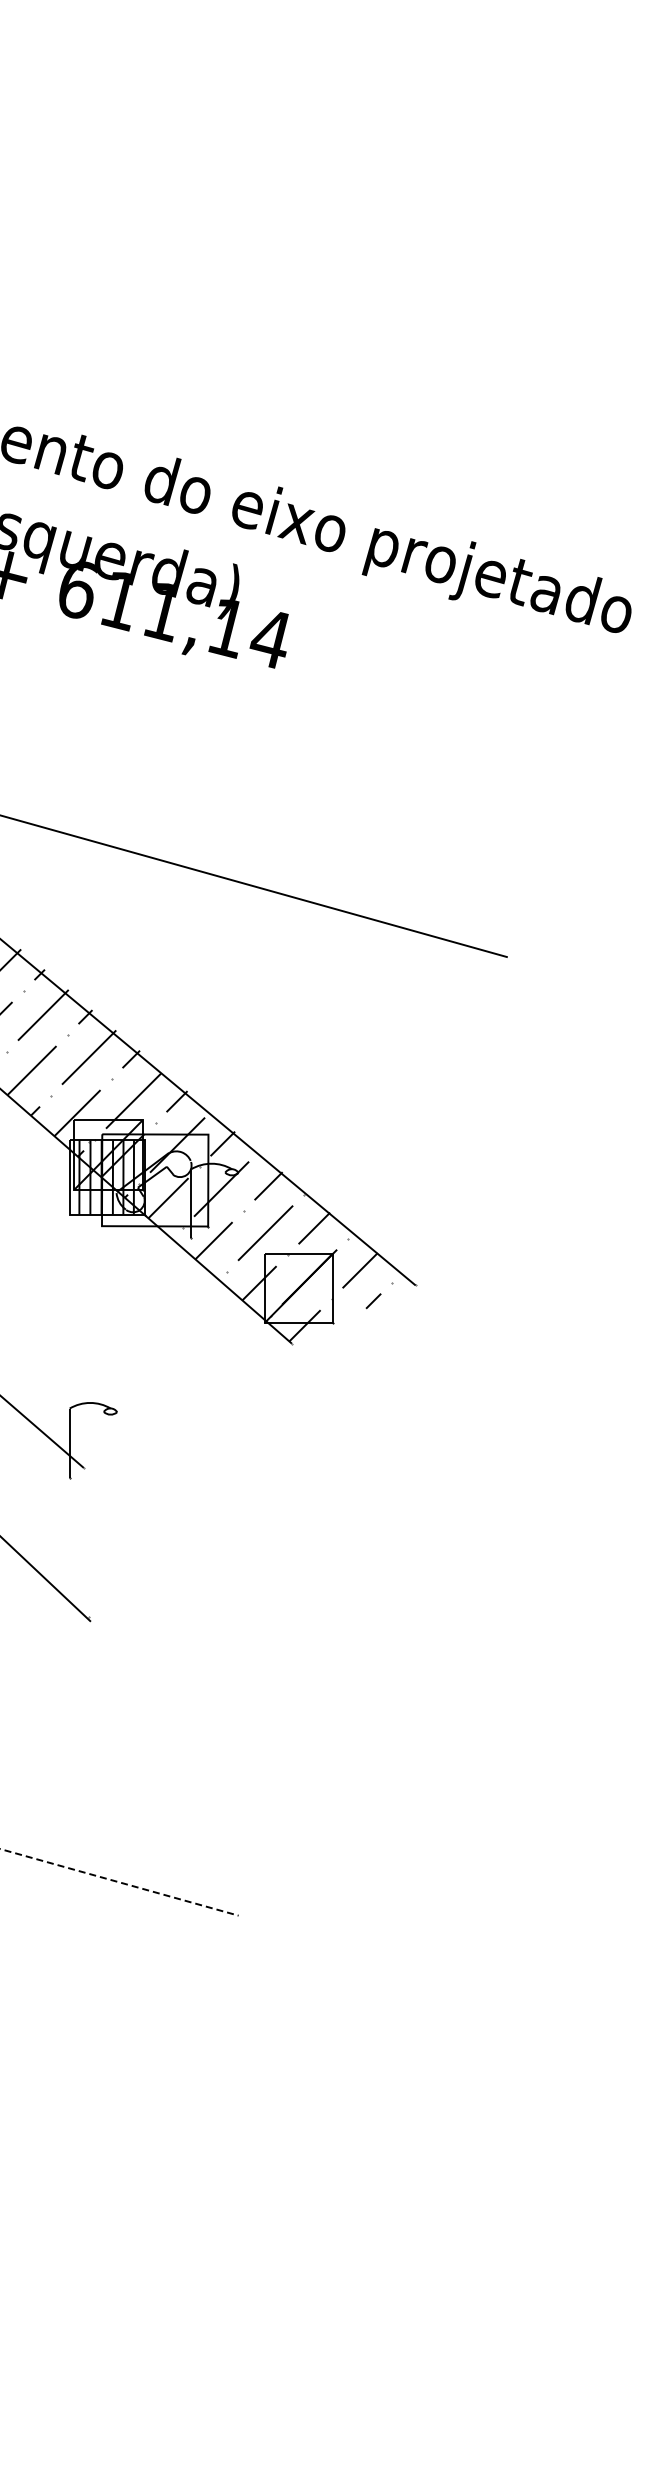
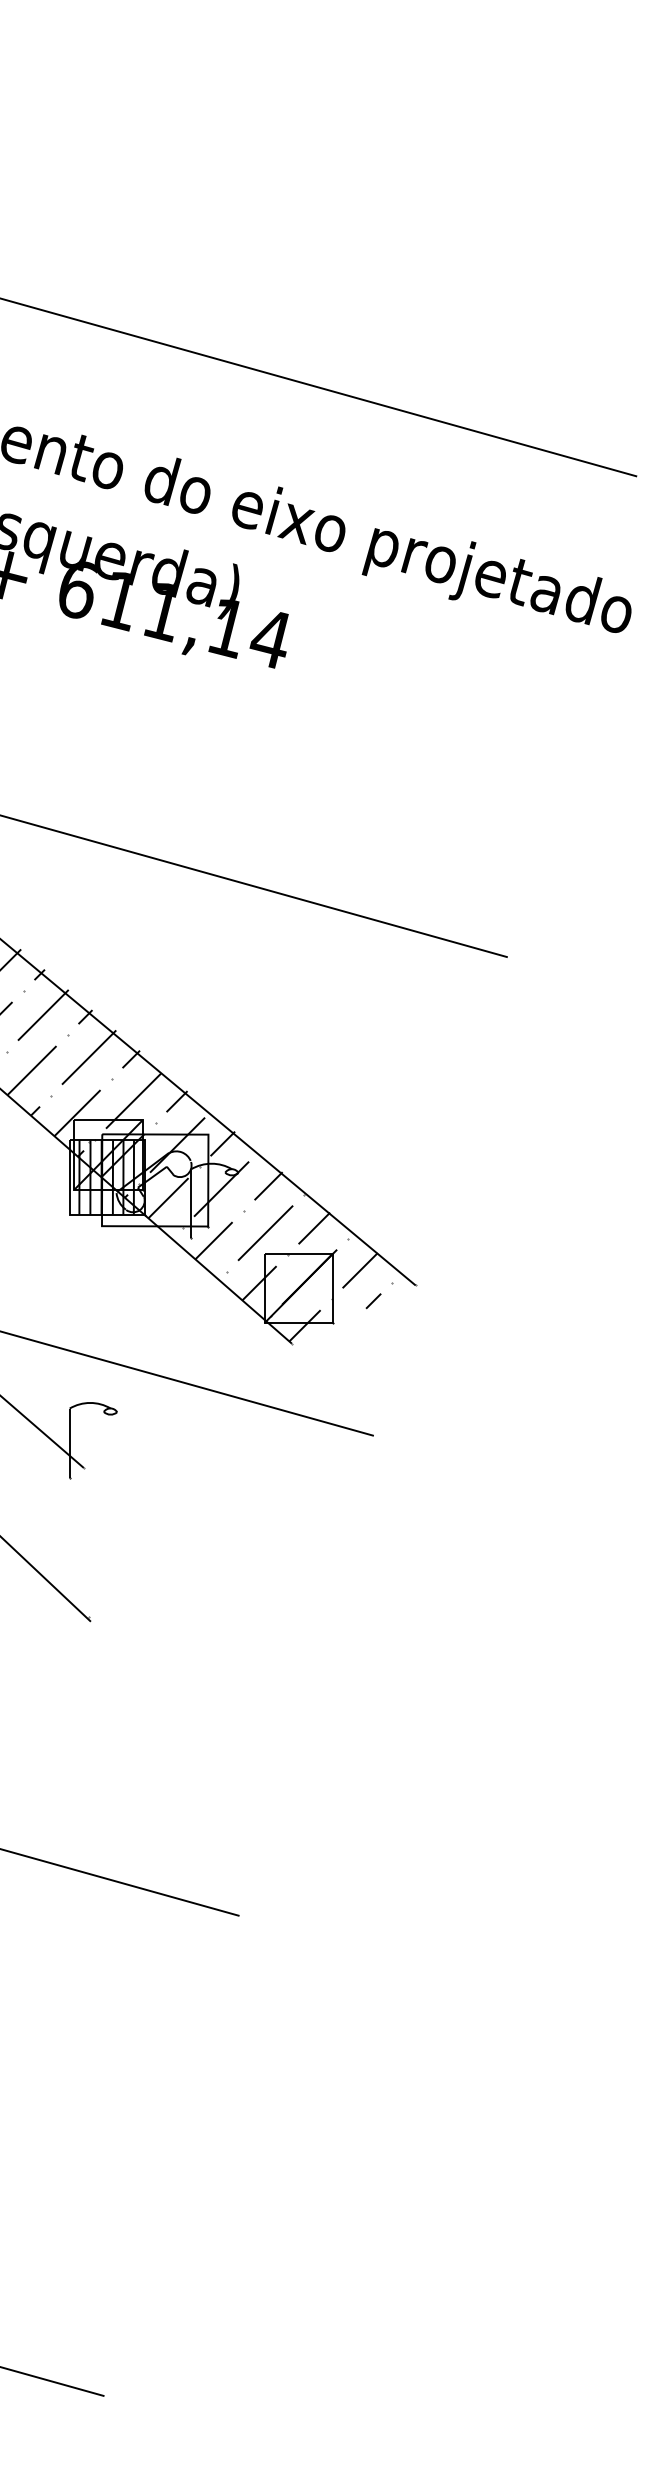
line at (319, 387): none -> present
line at (187, 1383): none -> present
line at (120, 1882): dashed -> solid
line at (52, 2381): none -> present
